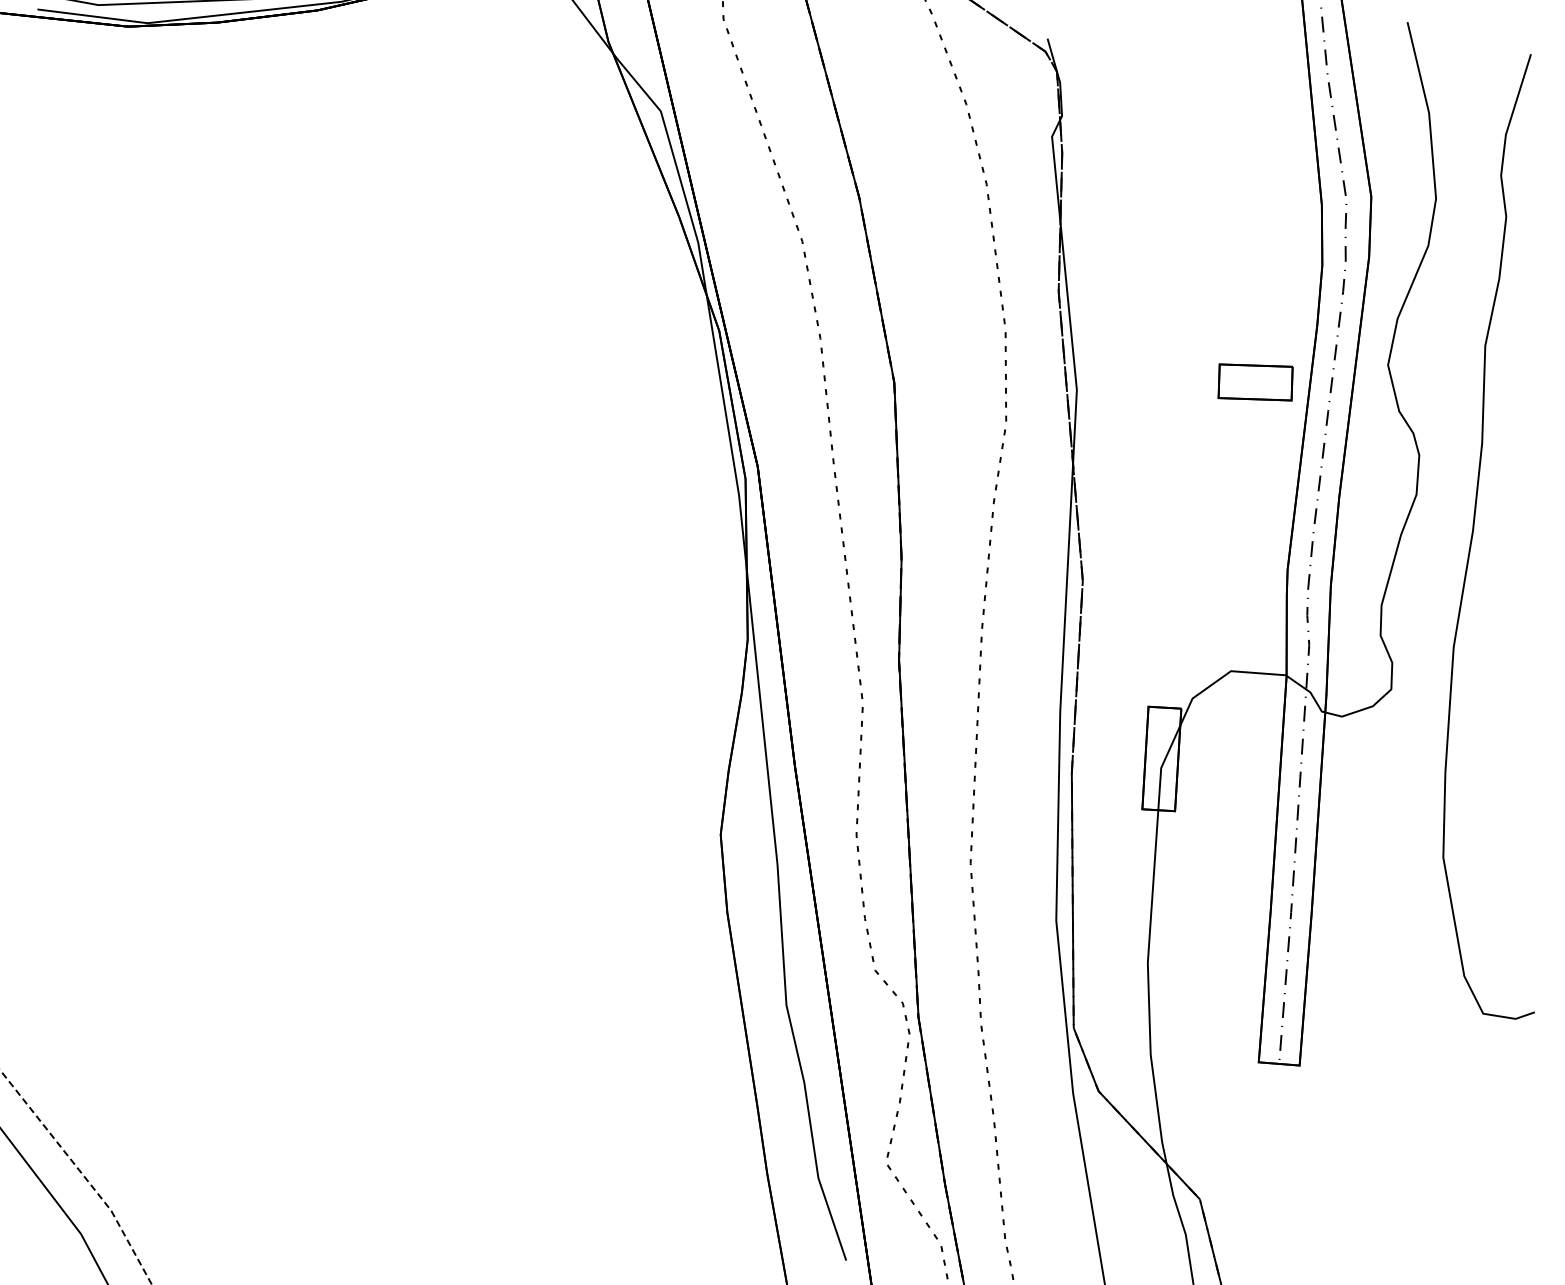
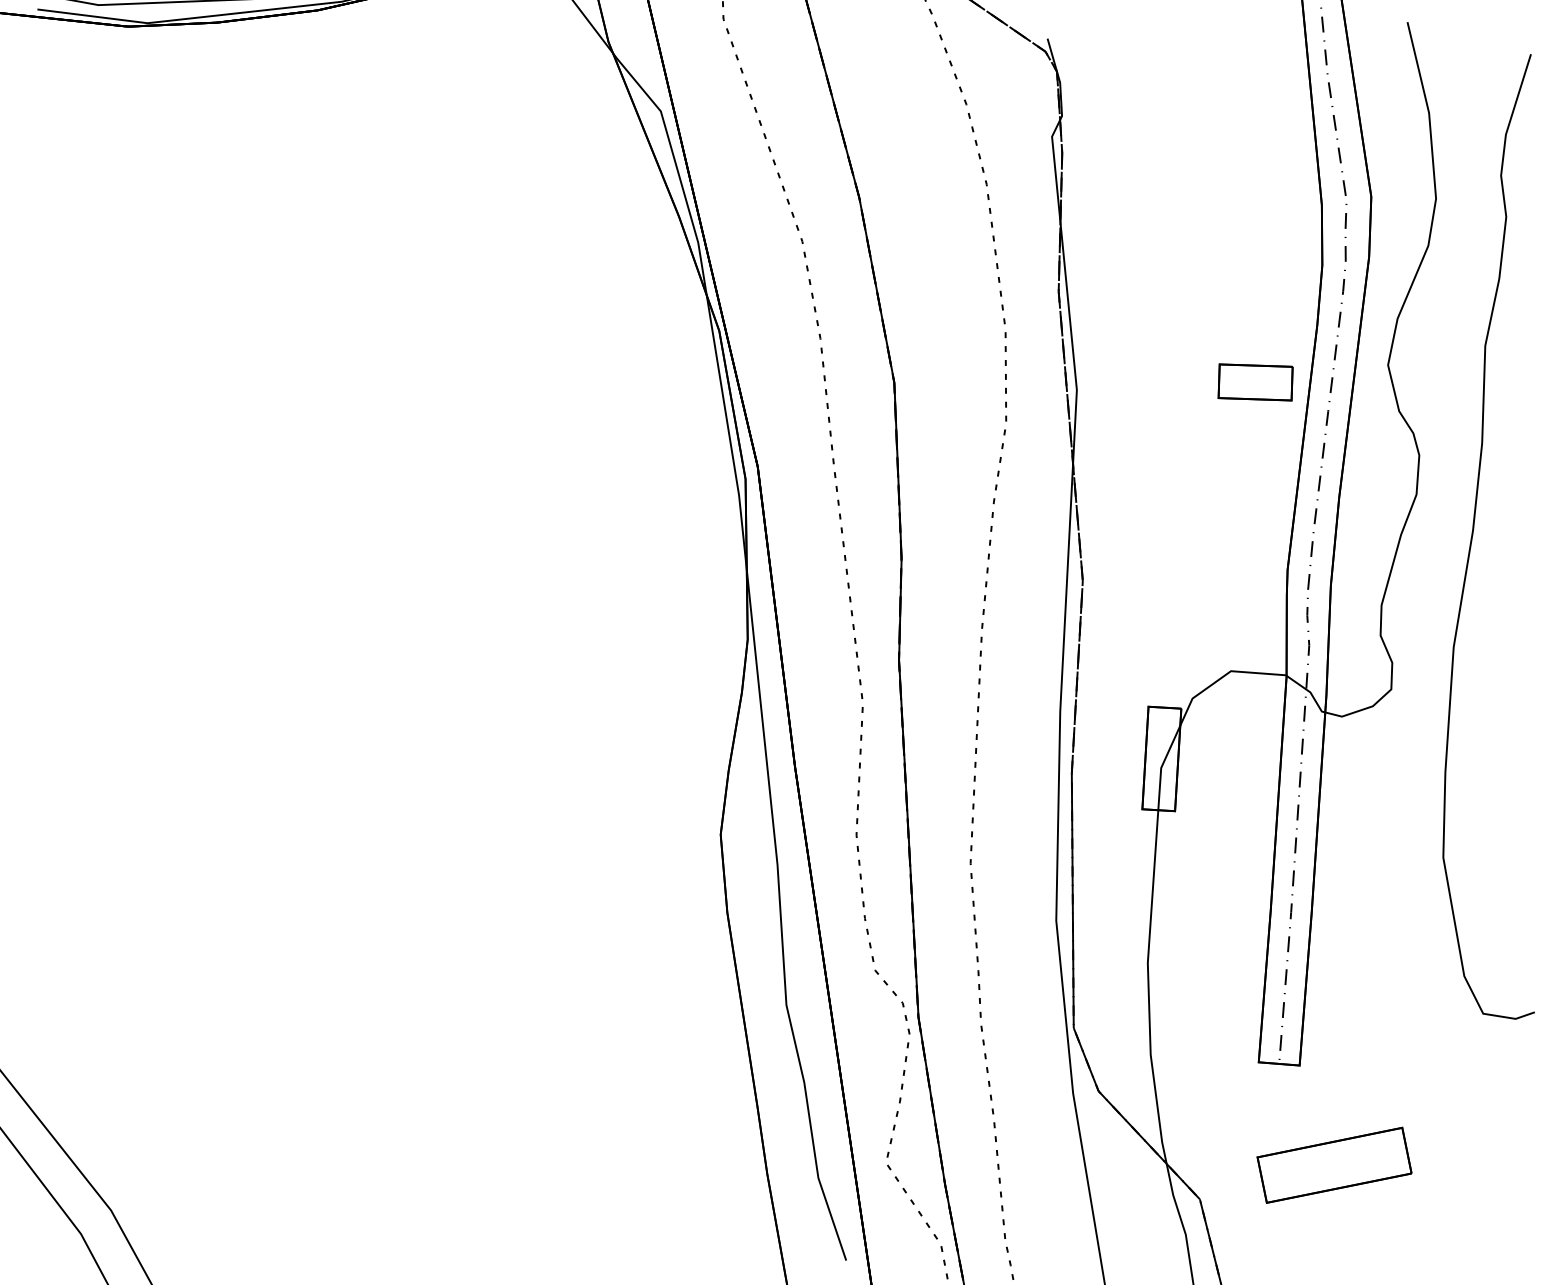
part at (1334, 1164): none -> present
line at (82, 1173): dashed -> solid
